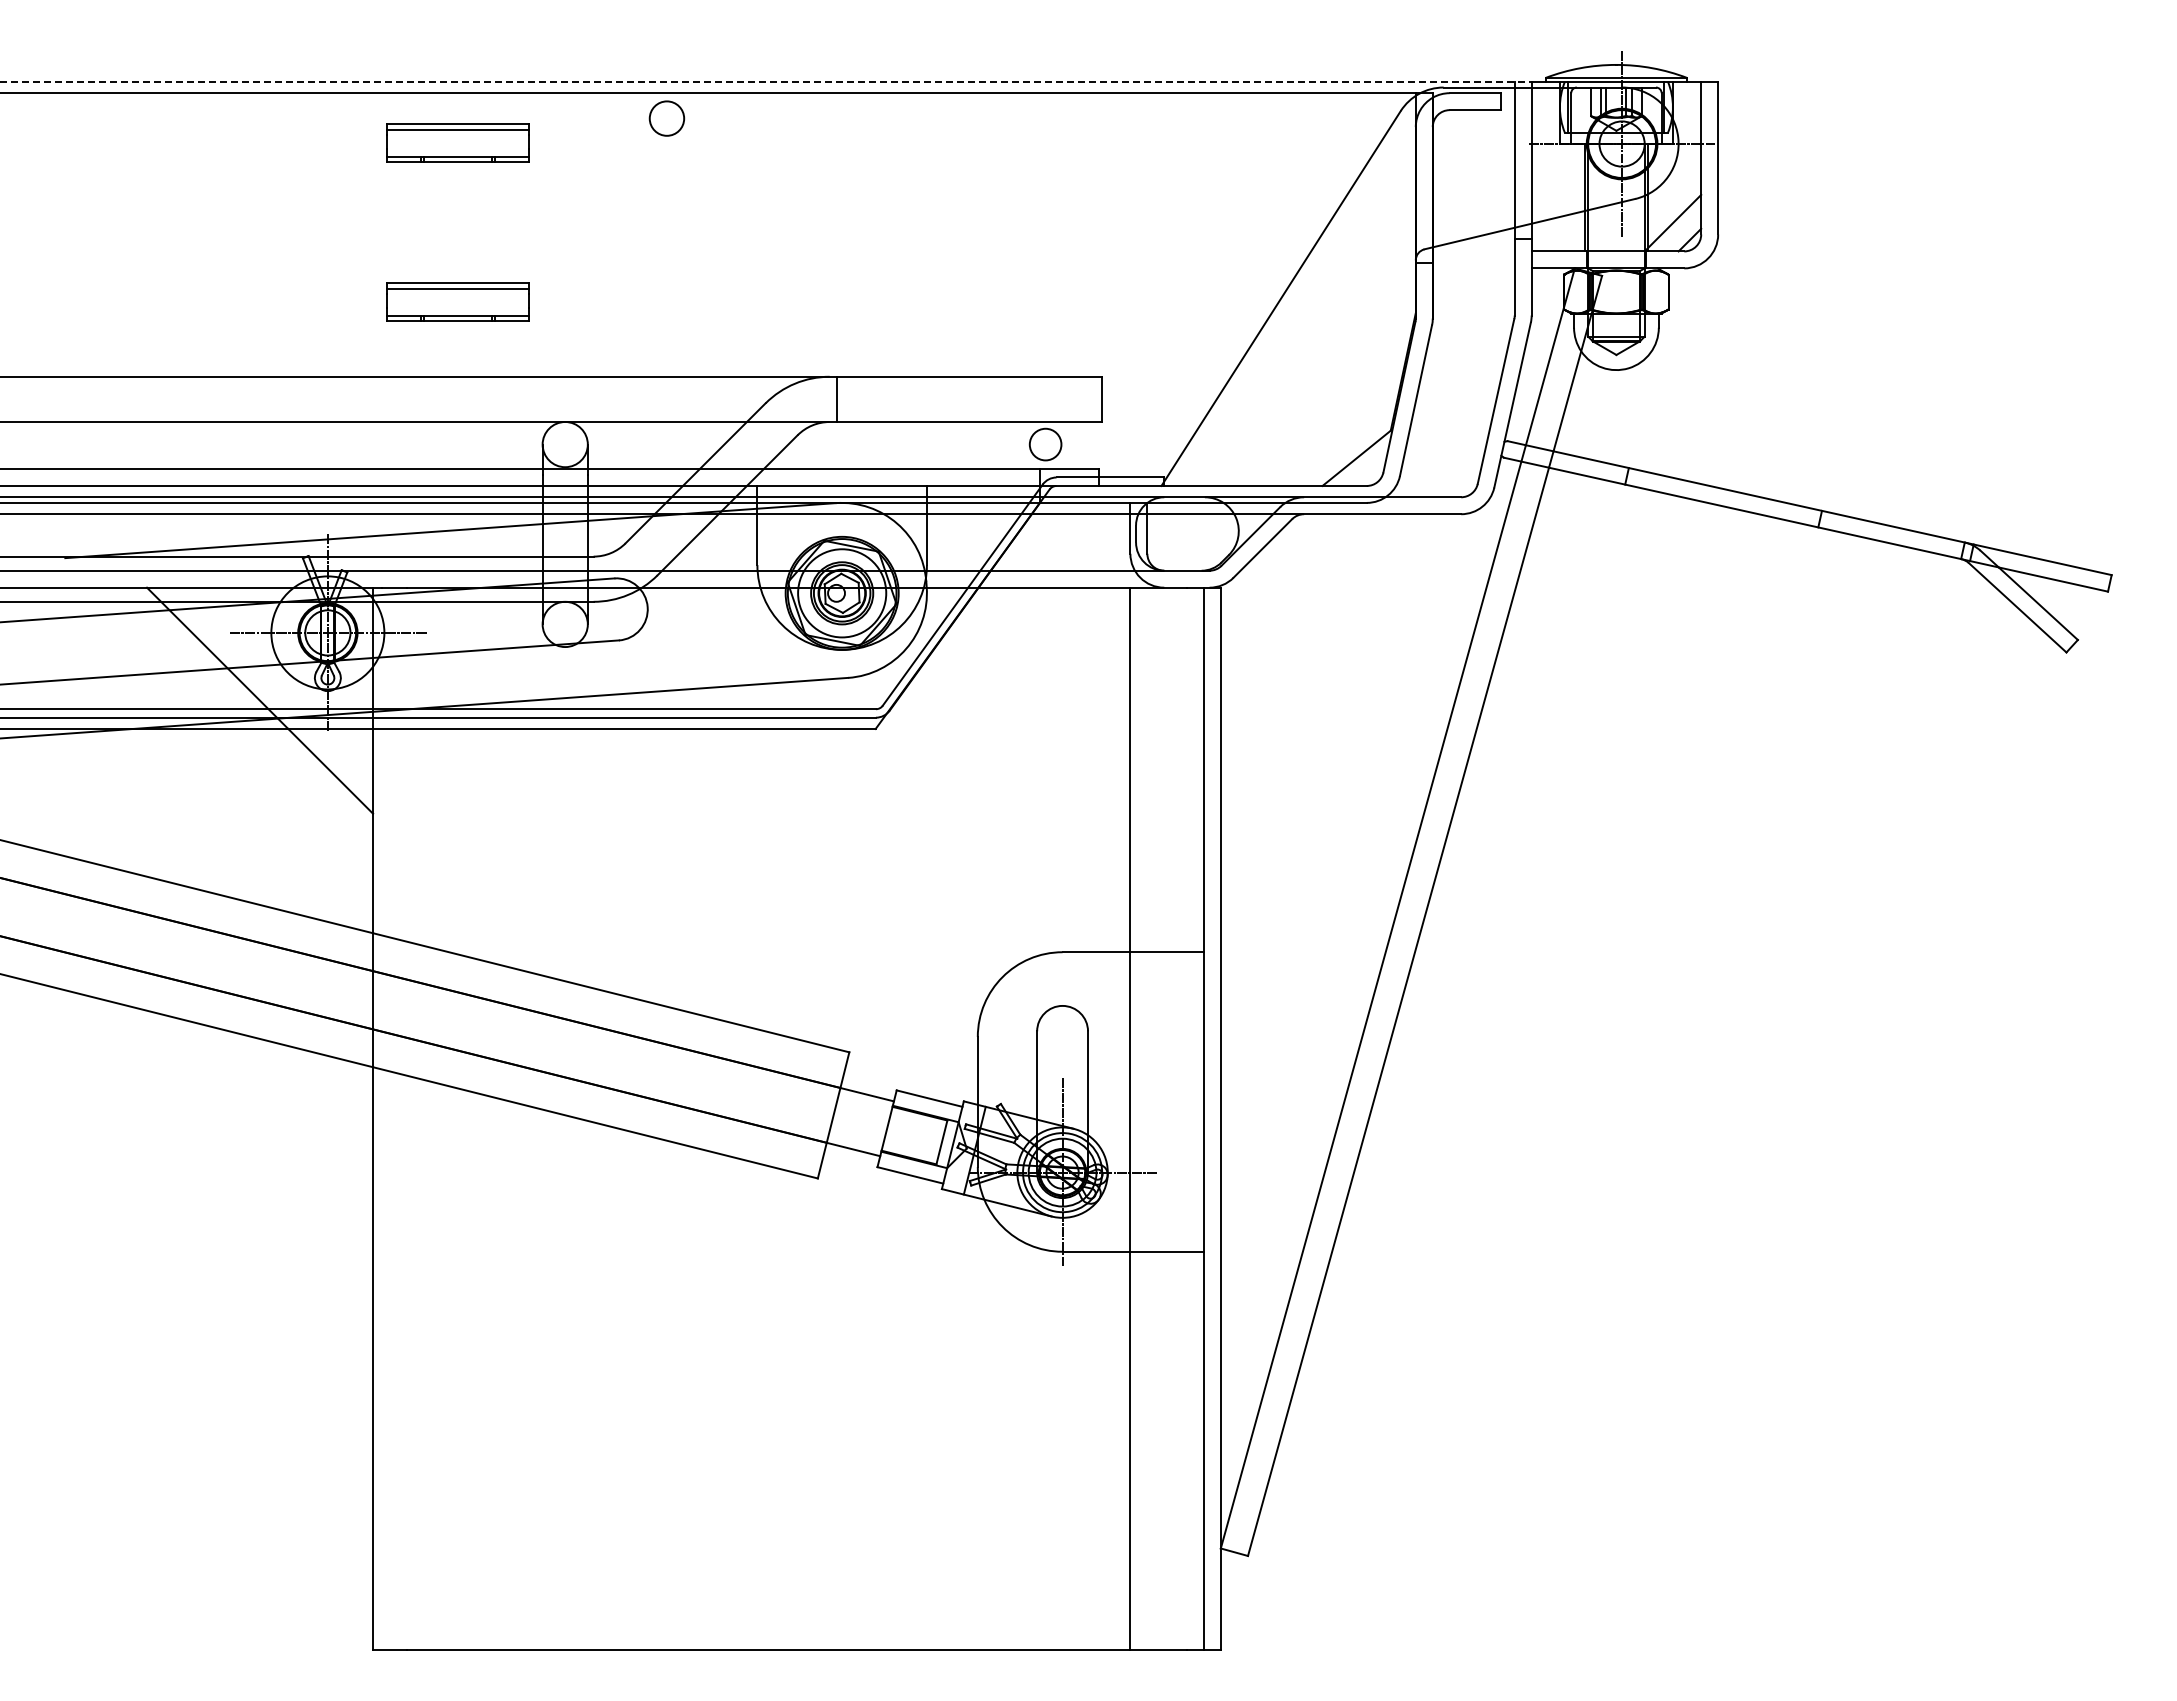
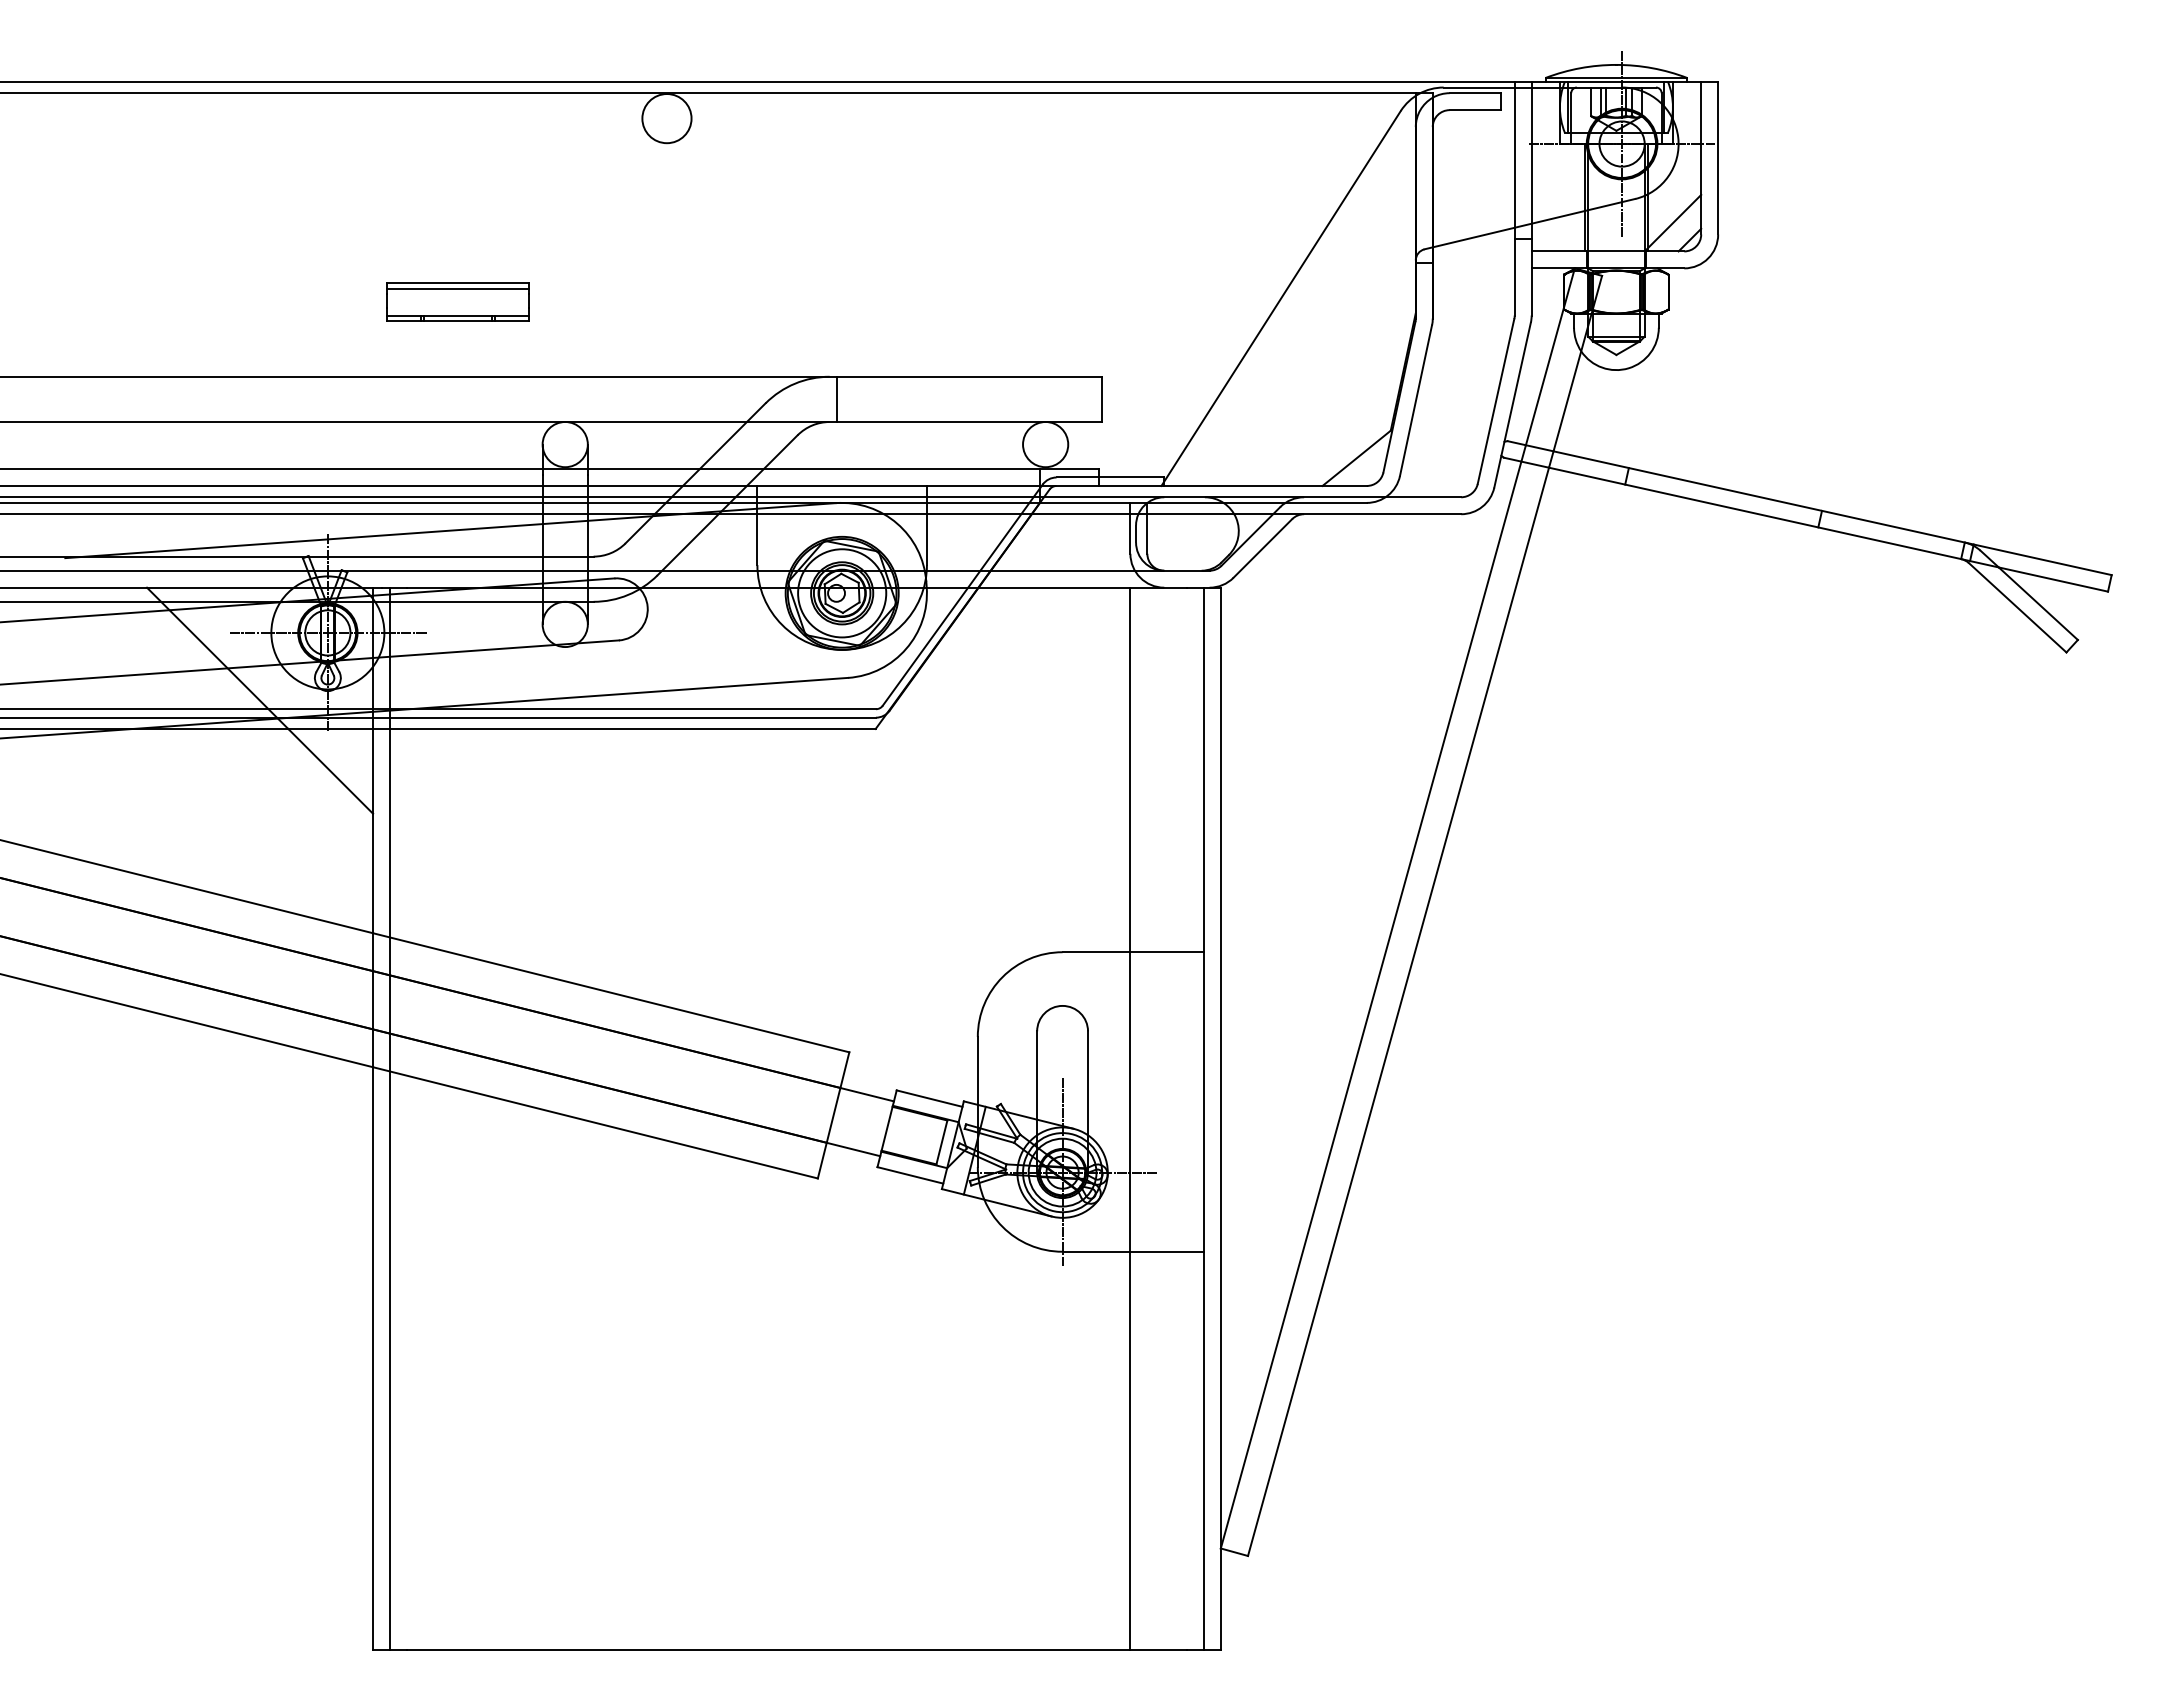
line at (766, 81): dashed -> solid
circle at (666, 118) diameter: 34 px -> 49 px
part at (457, 142): present -> none
circle at (1045, 444) diameter: 32 px -> 45 px
line at (390, 1118): none -> present
